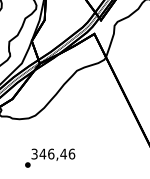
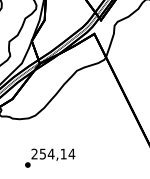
text at (53, 153): 346,46 -> 254,14
